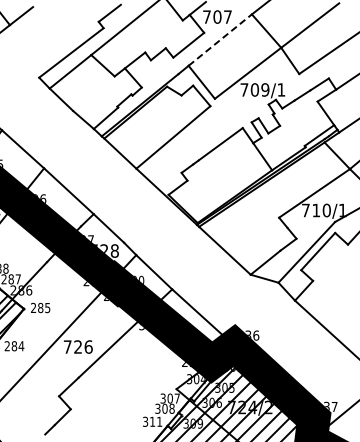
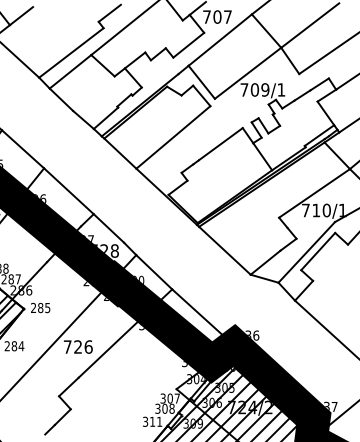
line at (220, 40): dashed -> solid
line at (20, 60): none -> present
text at (186, 364): 251 -> 302
